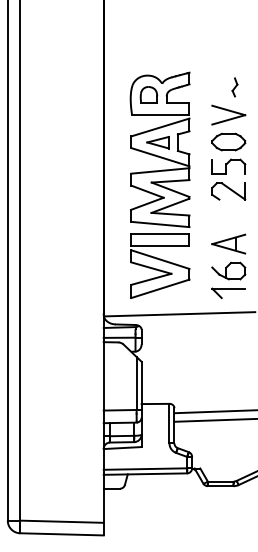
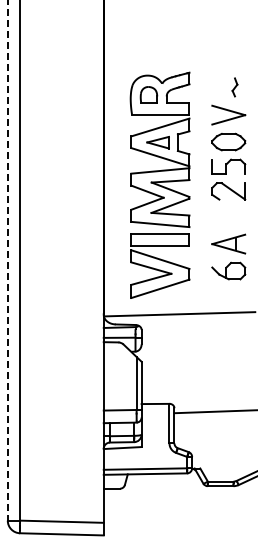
line at (7, 260): solid -> dashed
part at (228, 293): present -> none
line at (214, 420): present -> none
